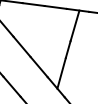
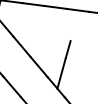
line at (74, 25): present -> none
